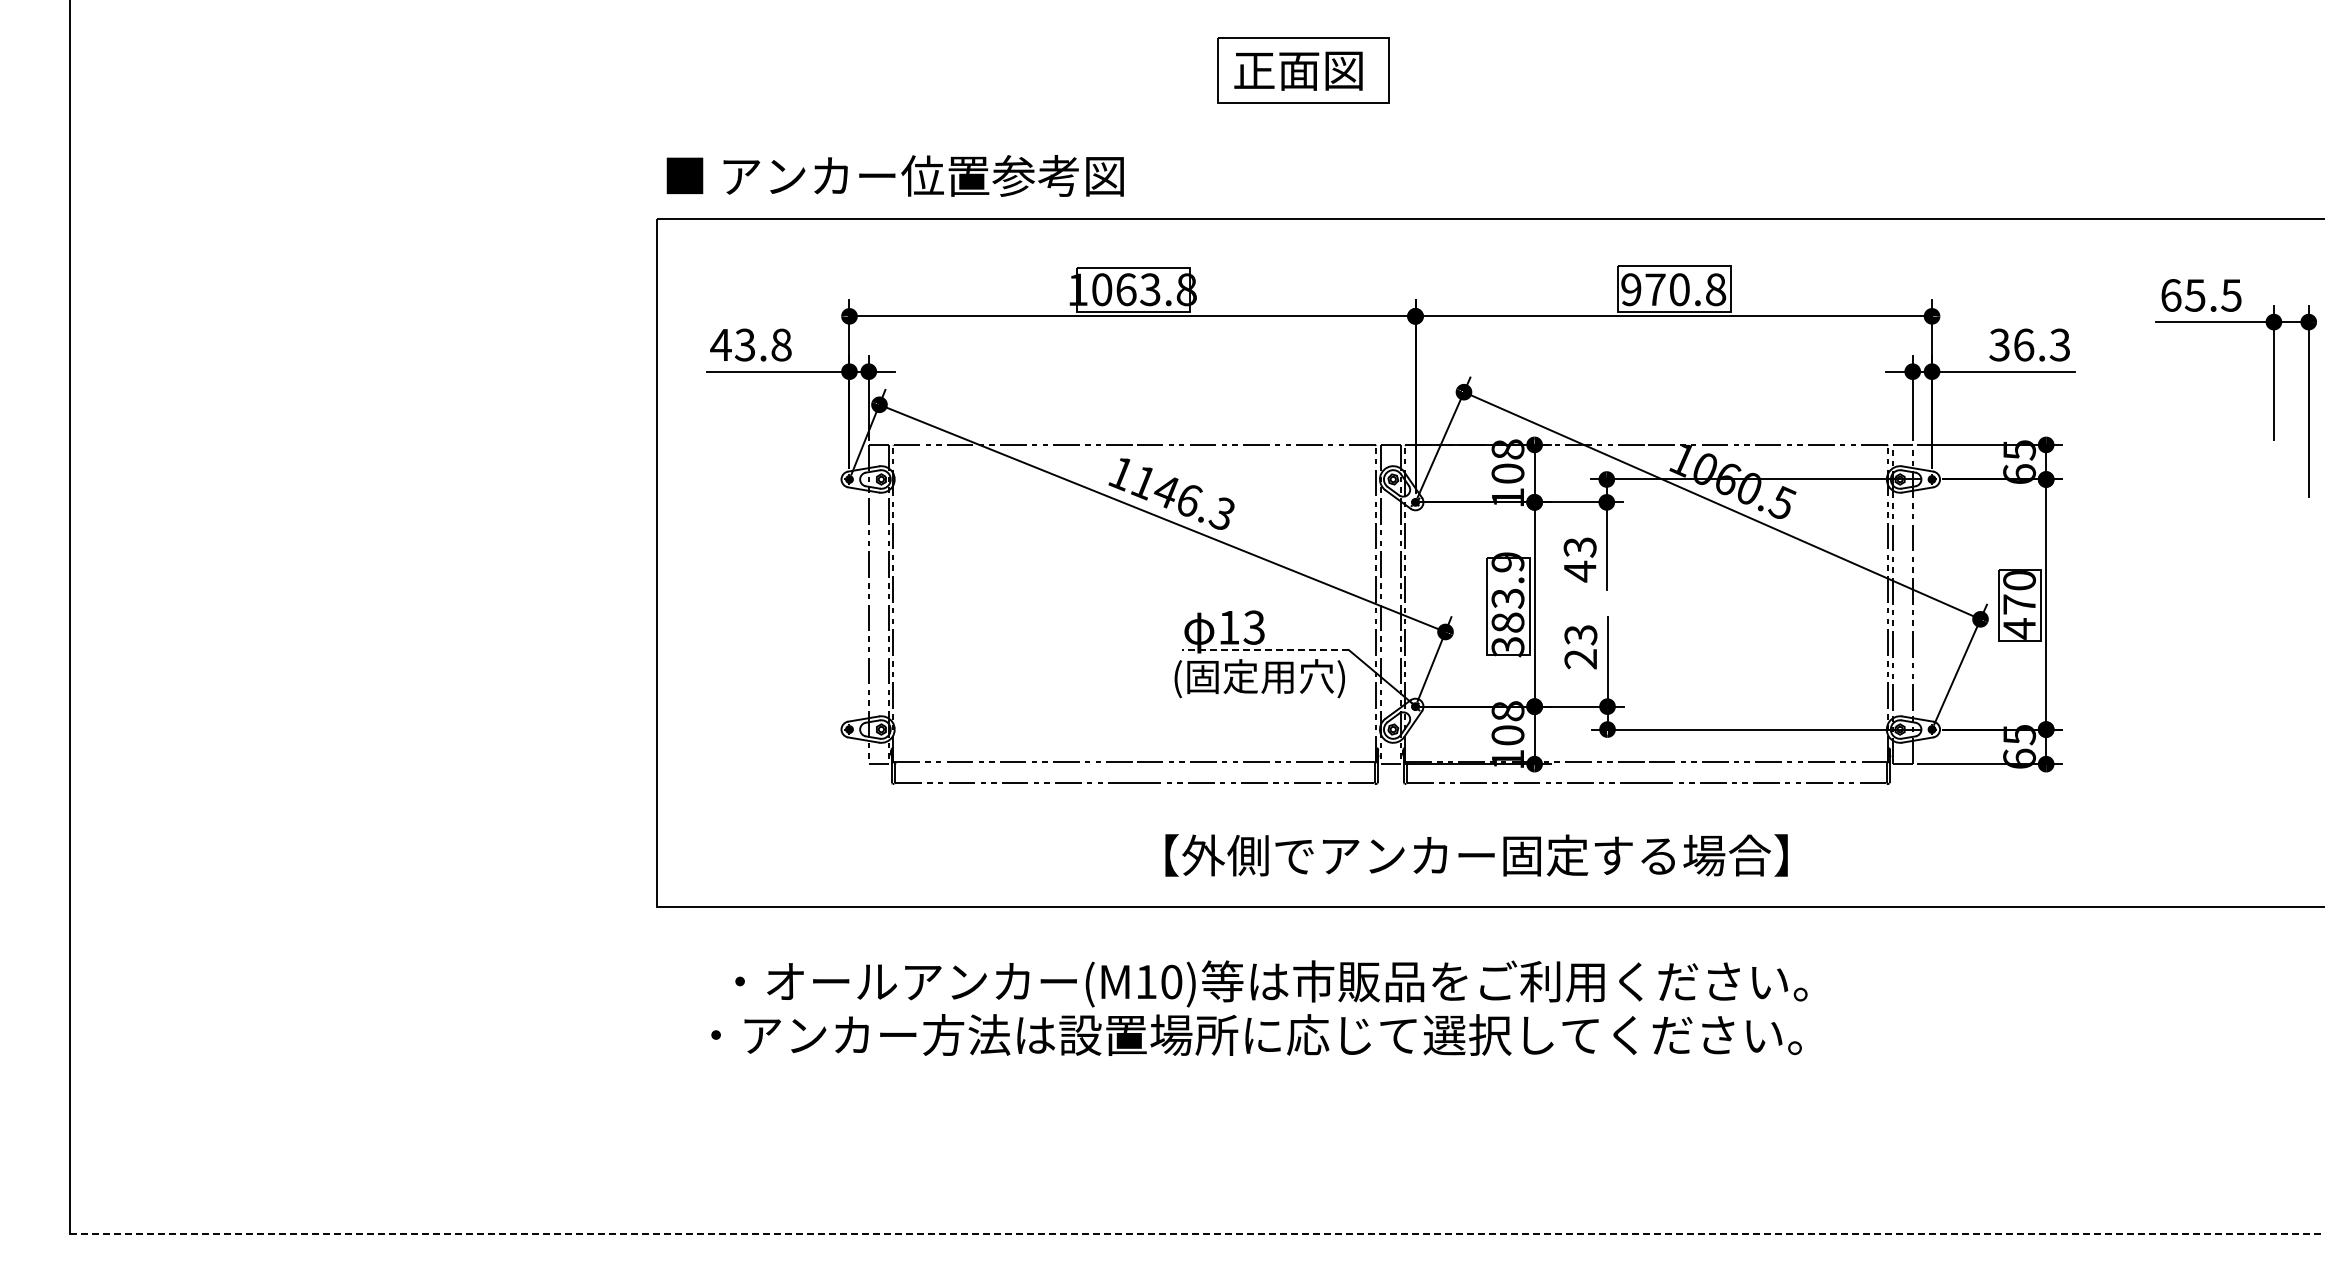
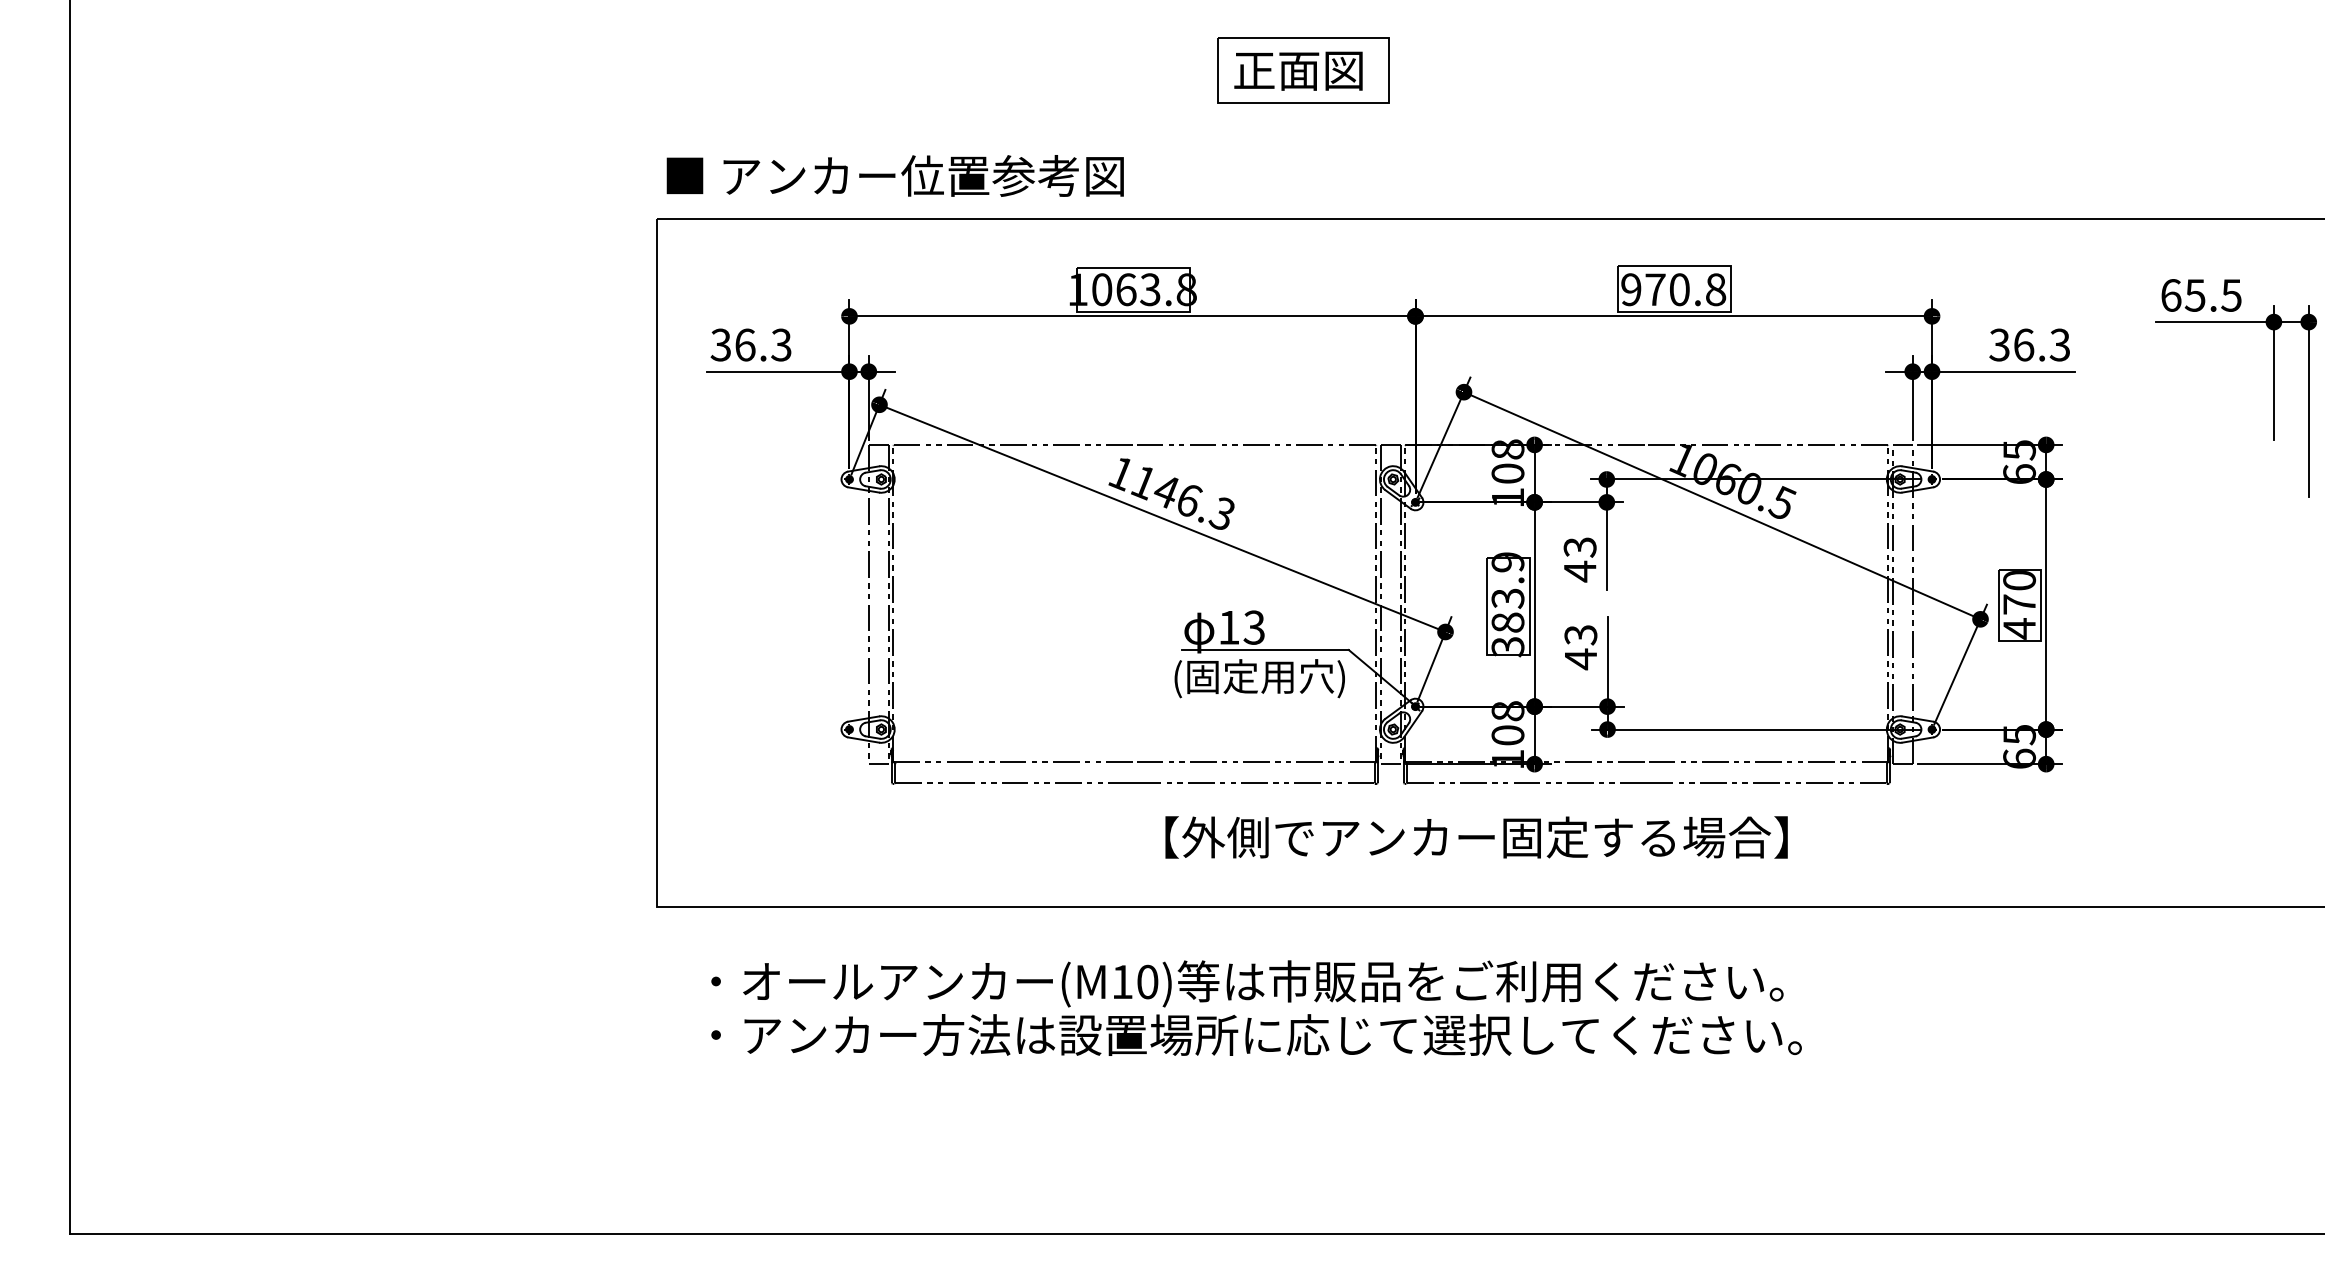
text at (750, 344): 43.8 -> 36.3
line at (1264, 650): dashed -> solid
text at (1580, 659): 23 -> 43
text at (1476, 855) position: (1476, 855) -> (1476, 837)
text at (1271, 983) position: (1271, 983) -> (1247, 983)
line at (1197, 1233): dashed -> solid
